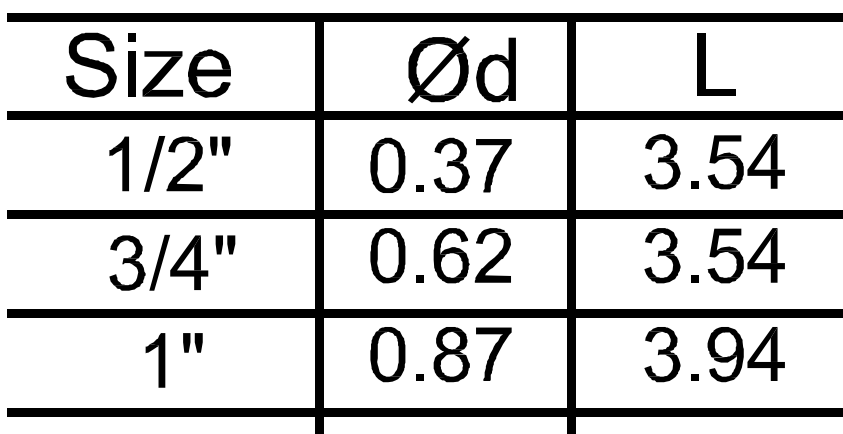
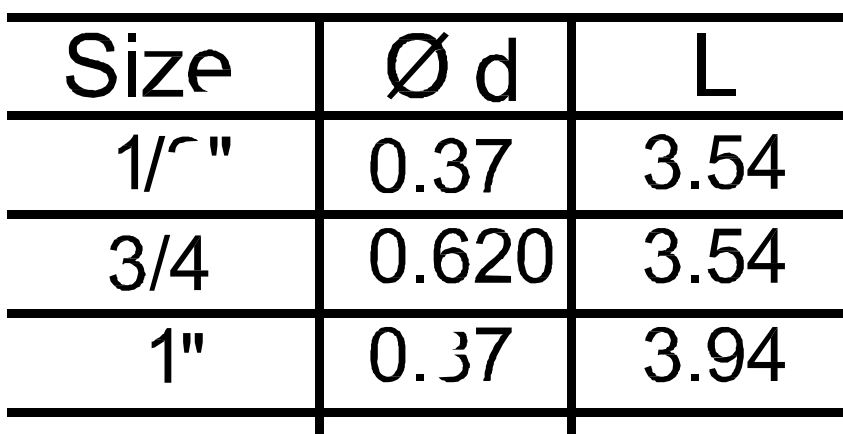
part at (438, 69) position: (438, 69) -> (417, 65)
fill at (212, 89): present -> none
part at (118, 163) position: (118, 163) -> (127, 161)
fill at (184, 166): present -> none
part at (225, 244): present -> none
part at (534, 255): none -> present
fill at (448, 351): present -> none
part at (155, 360) position: (155, 360) -> (161, 355)
